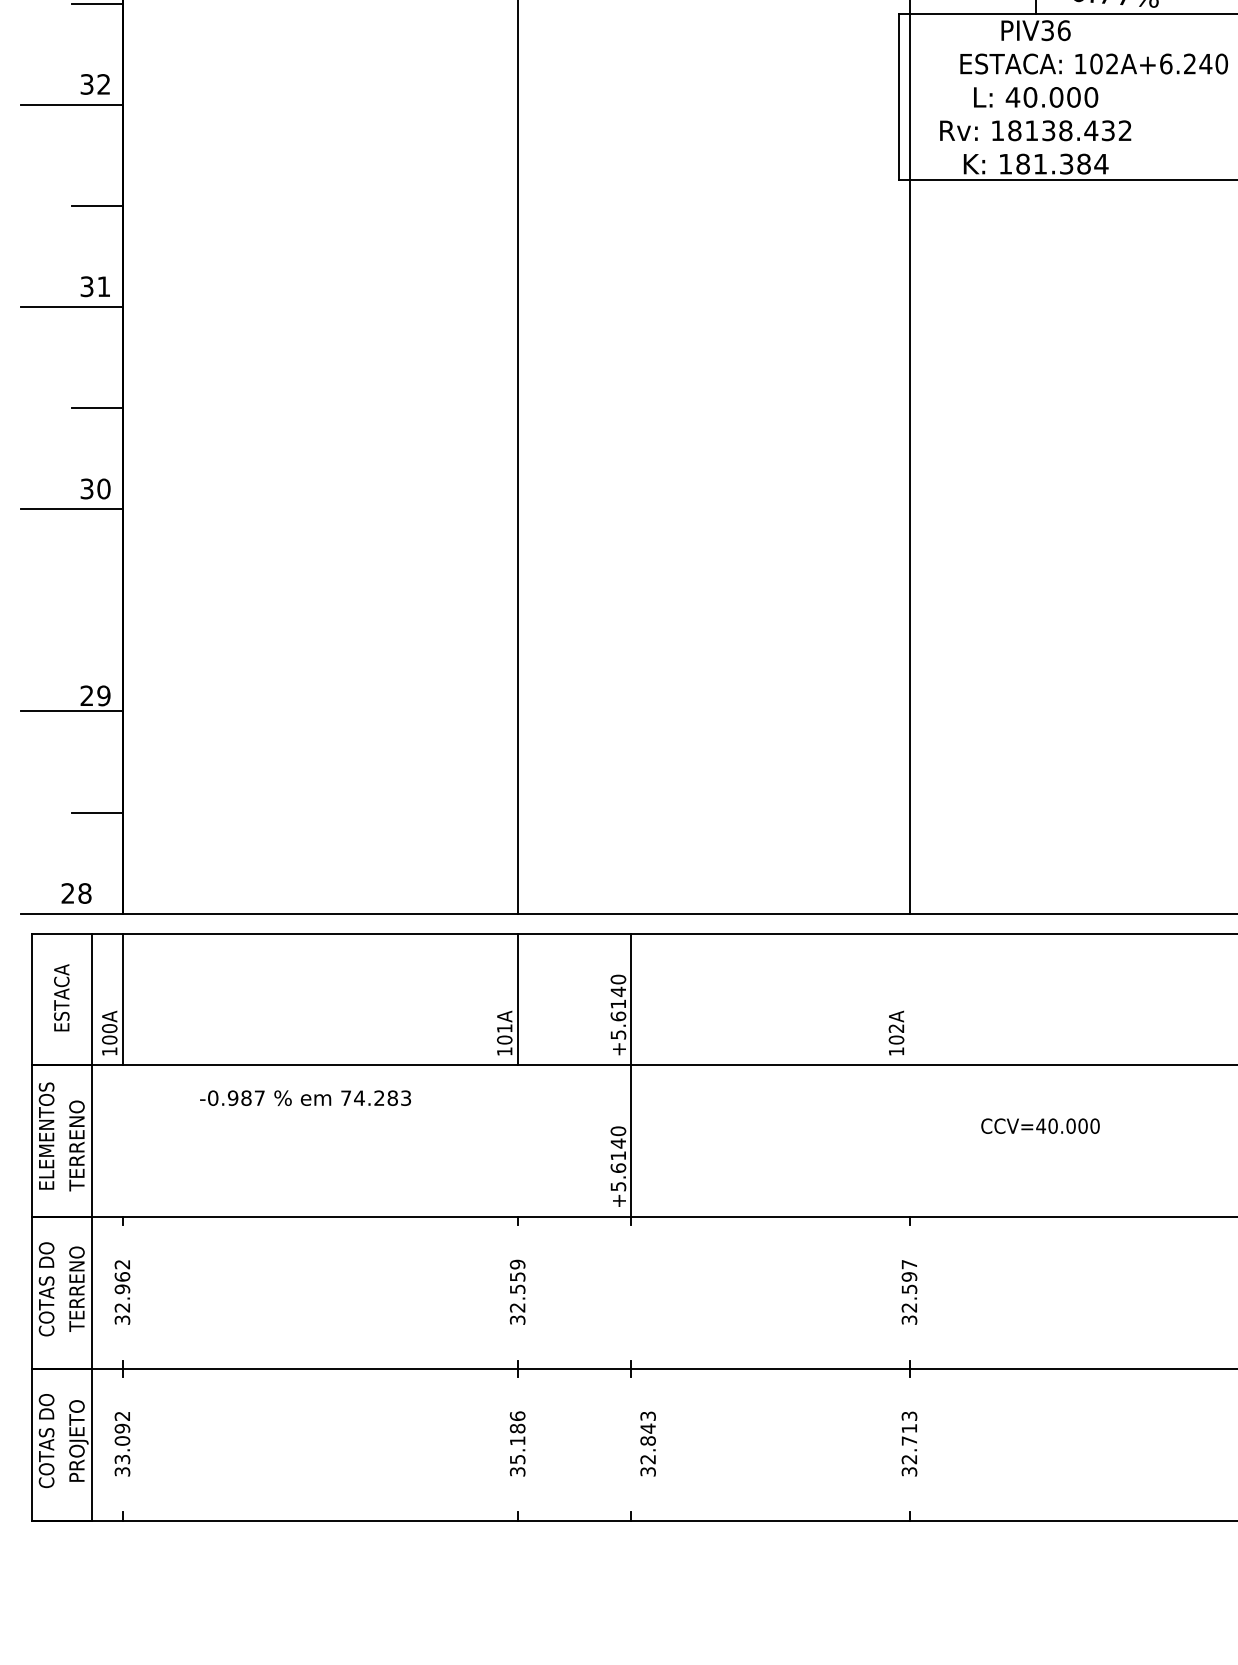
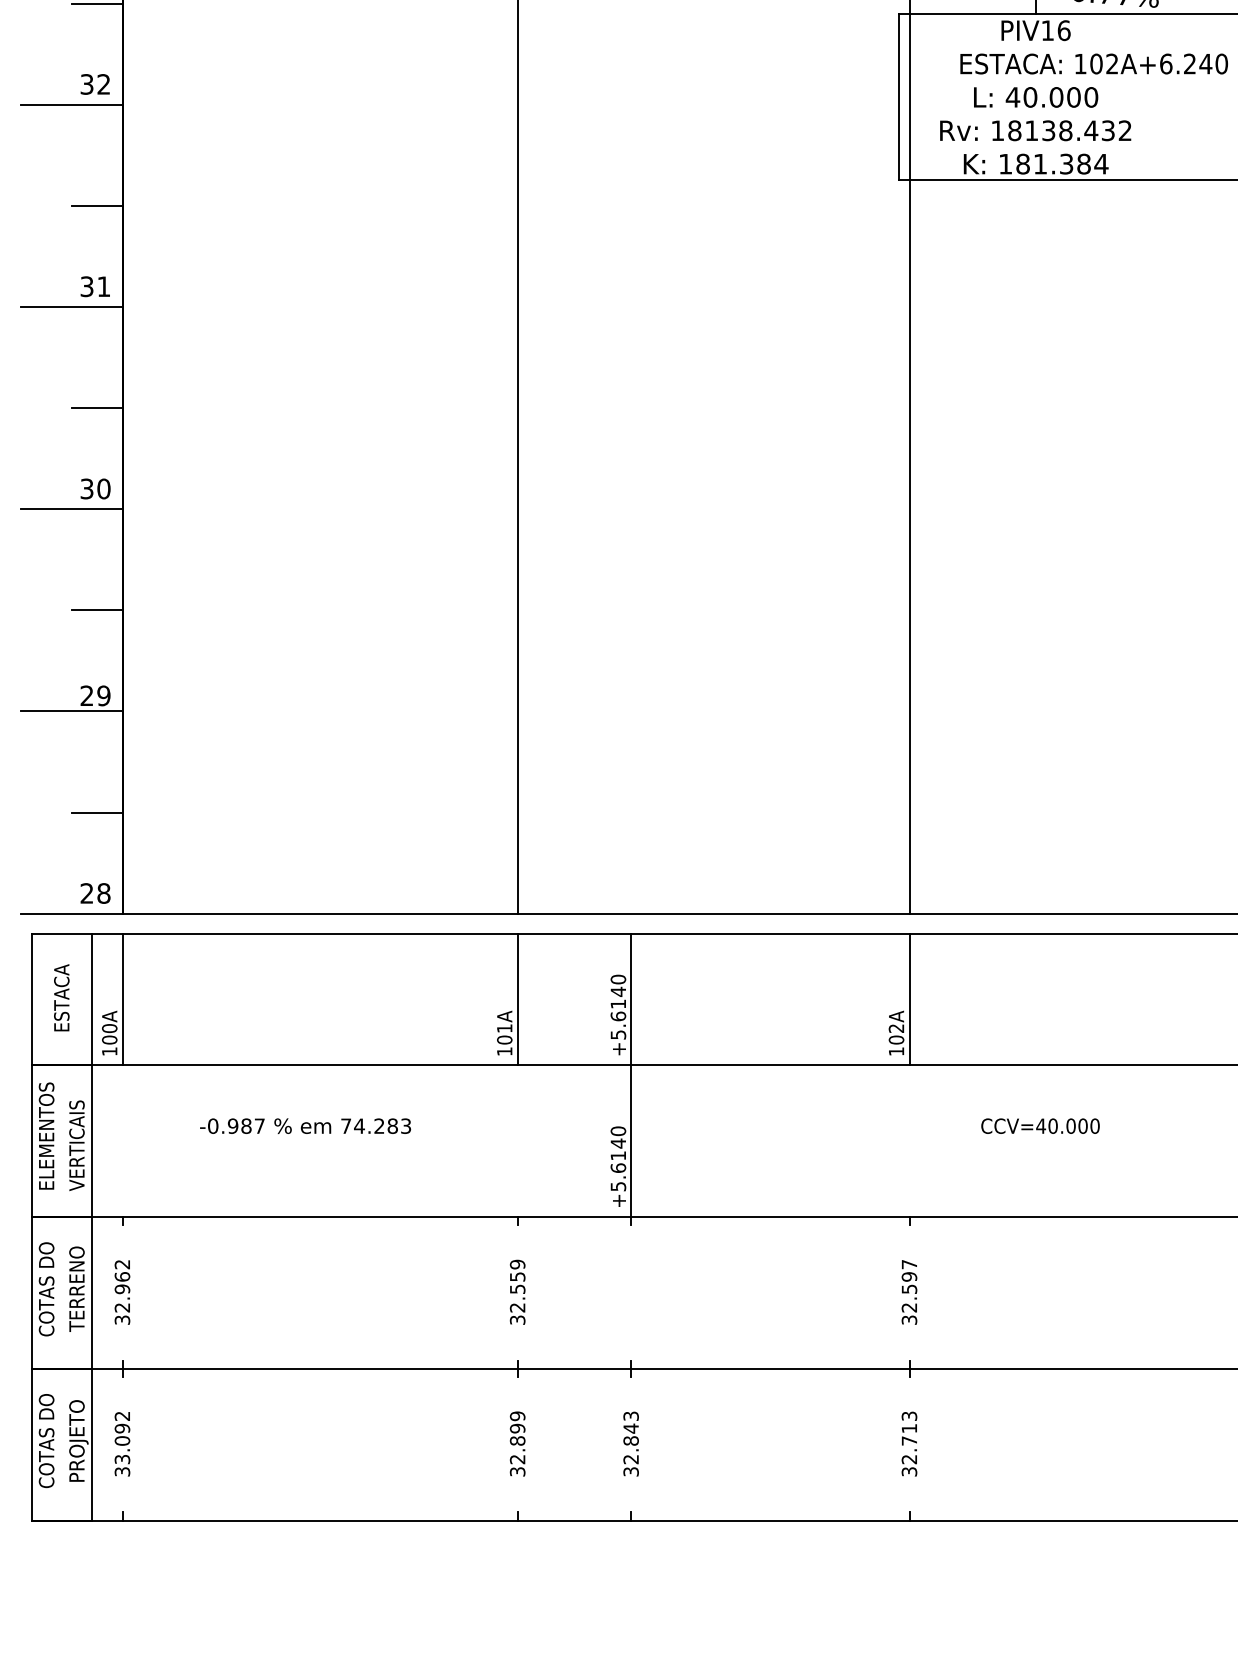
text at (1047, 30): PIV36 -> PIV16
line at (97, 610): none -> present
text at (76, 893) position: (76, 893) -> (95, 893)
line at (909, 999): none -> present
text at (305, 1097) position: (305, 1097) -> (305, 1125)
text at (76, 1145): TERRENO -> VERTICAIS
text at (517, 1437): 35.186 -> 32.899
text at (647, 1443) position: (647, 1443) -> (630, 1443)
